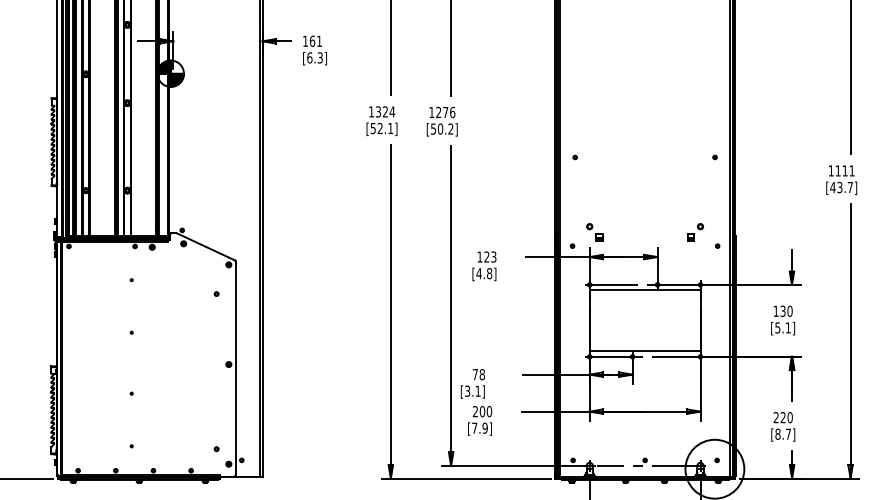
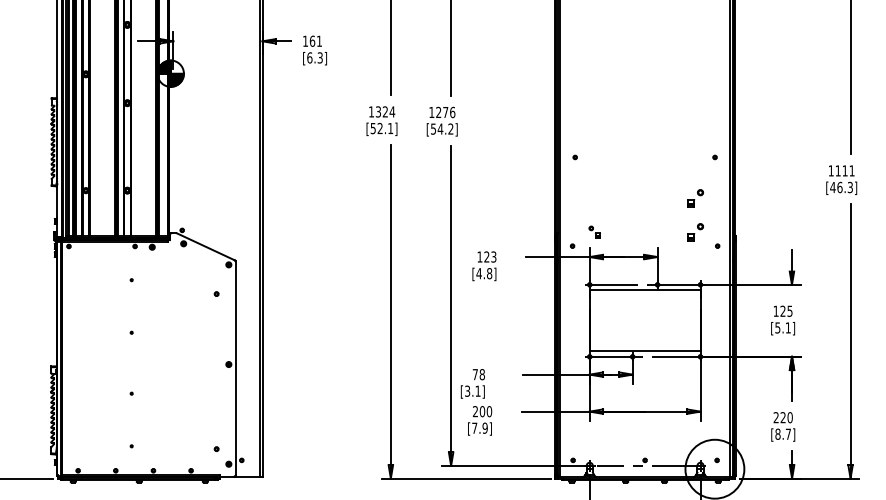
text at (440, 128): [50.2] -> [54.2]
text at (844, 187): [43.7] -> [46.3]
part at (695, 198): none -> present
part at (594, 232) size: 18x19 px -> 13x14 px
text at (786, 310): 130 -> 125
